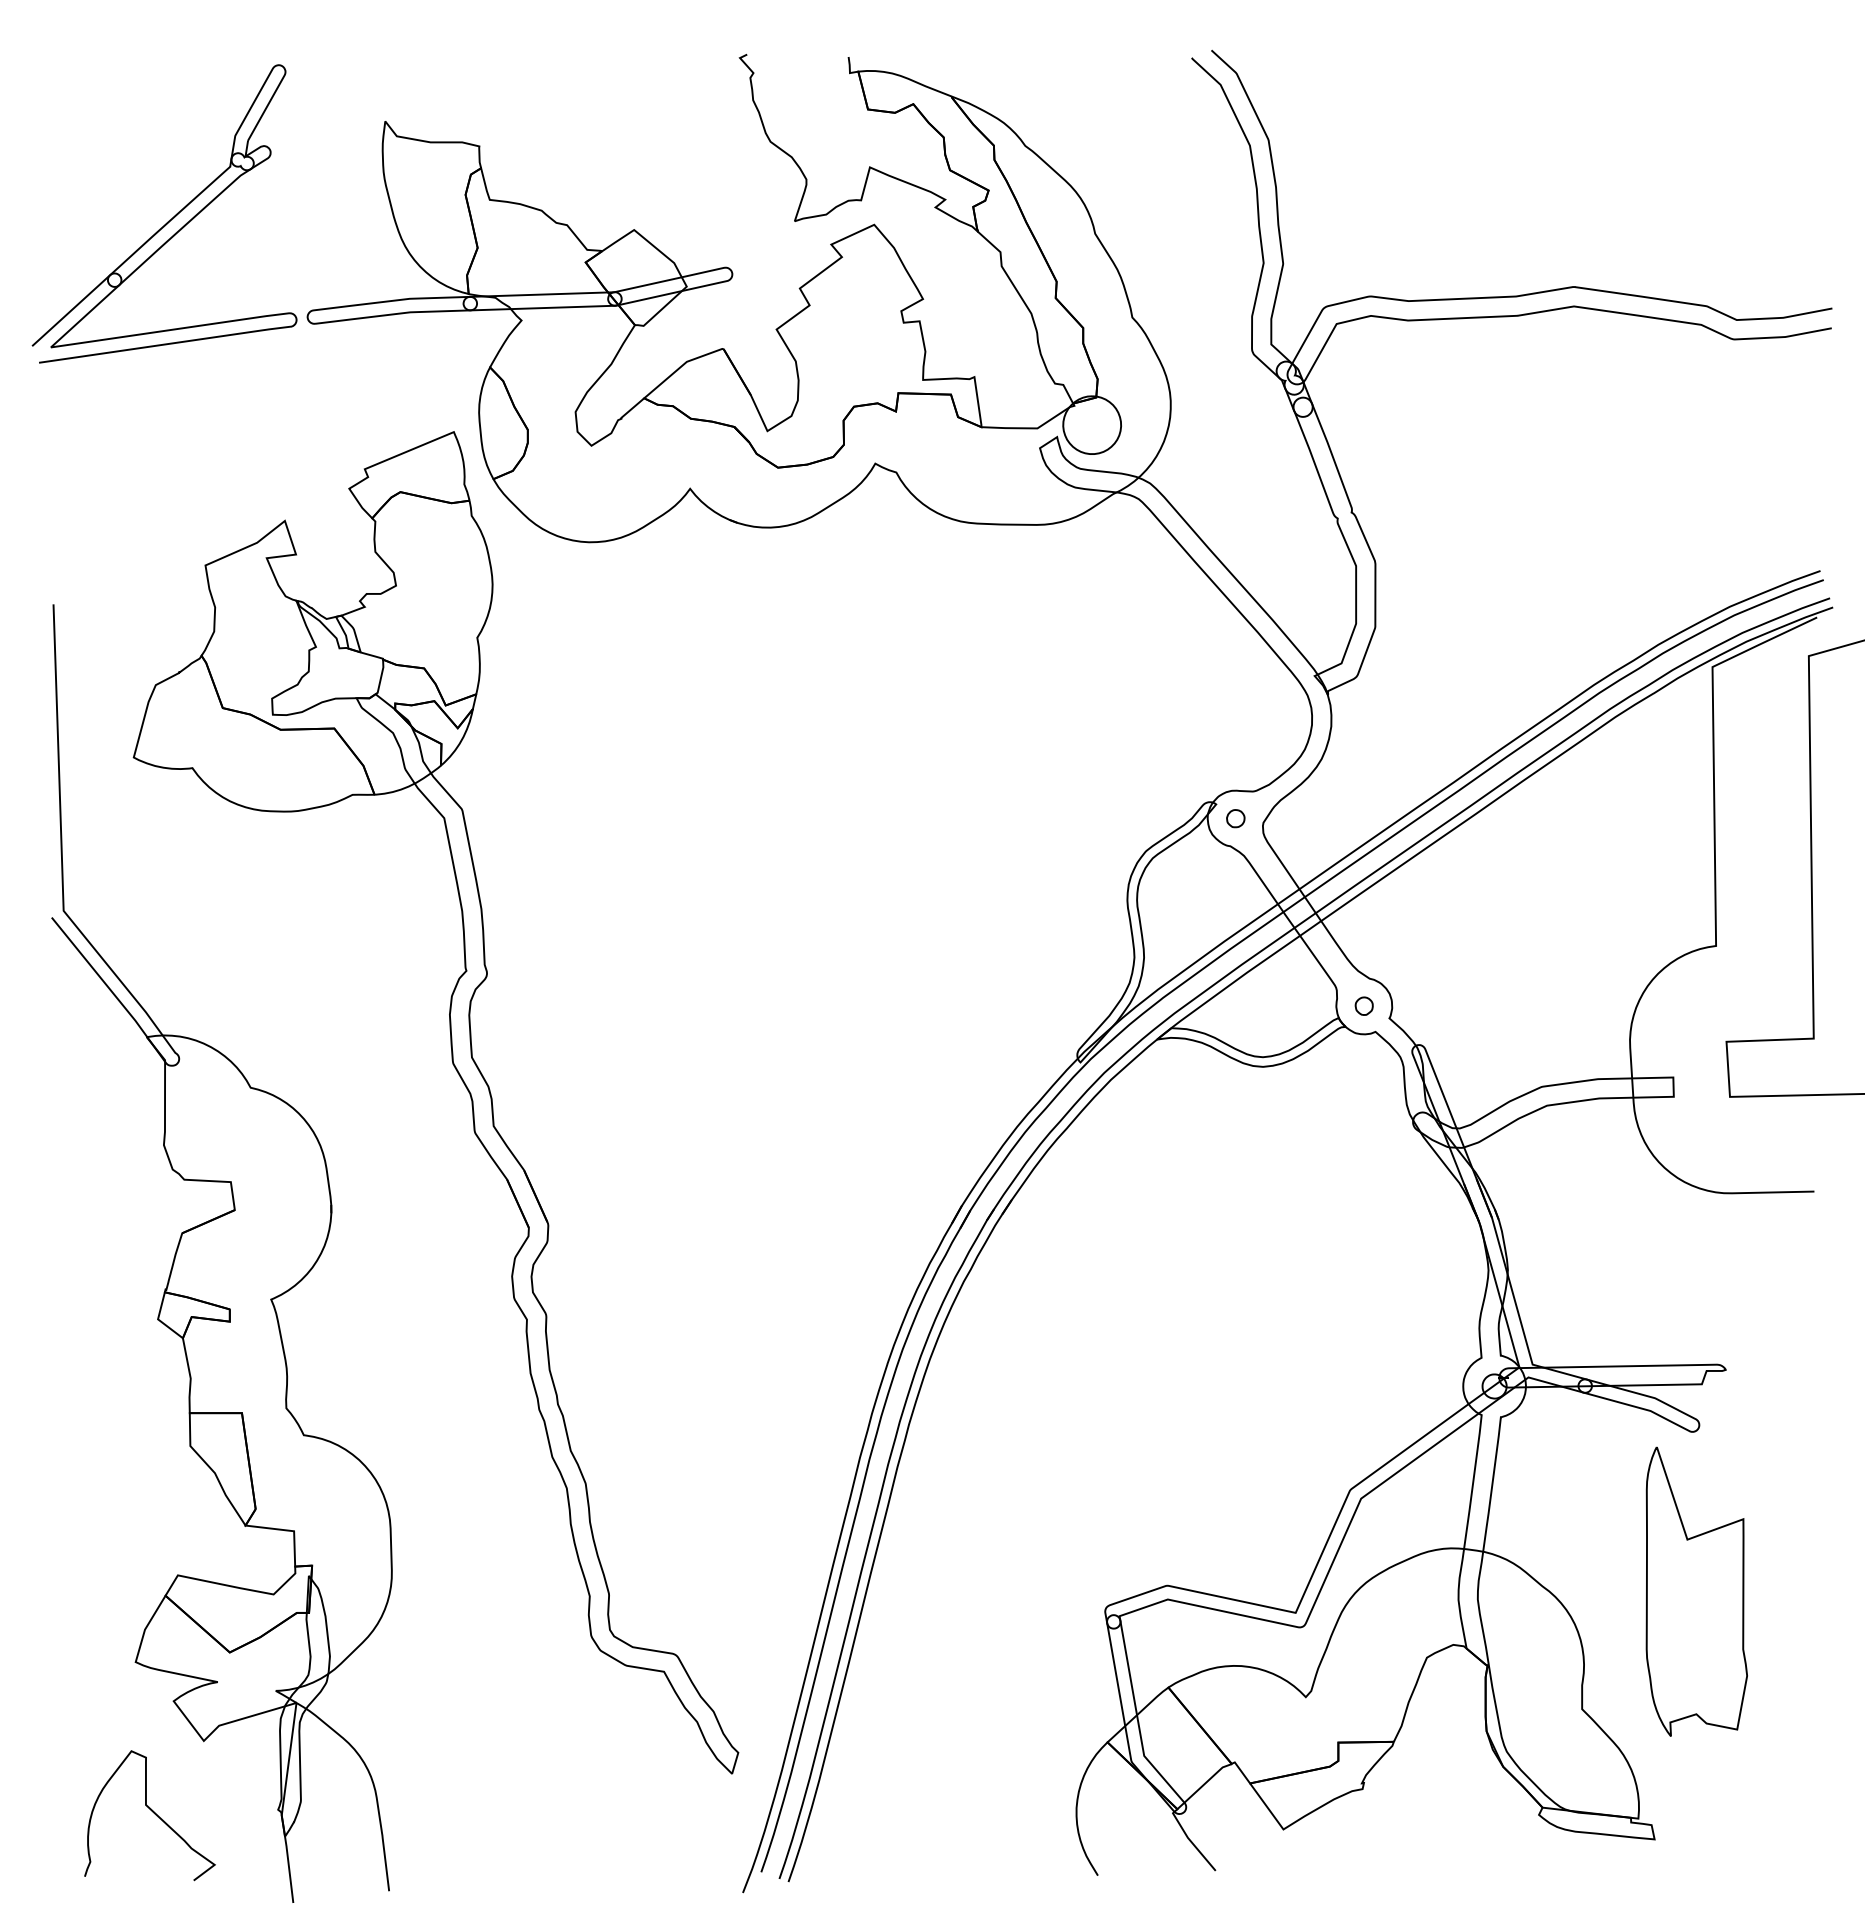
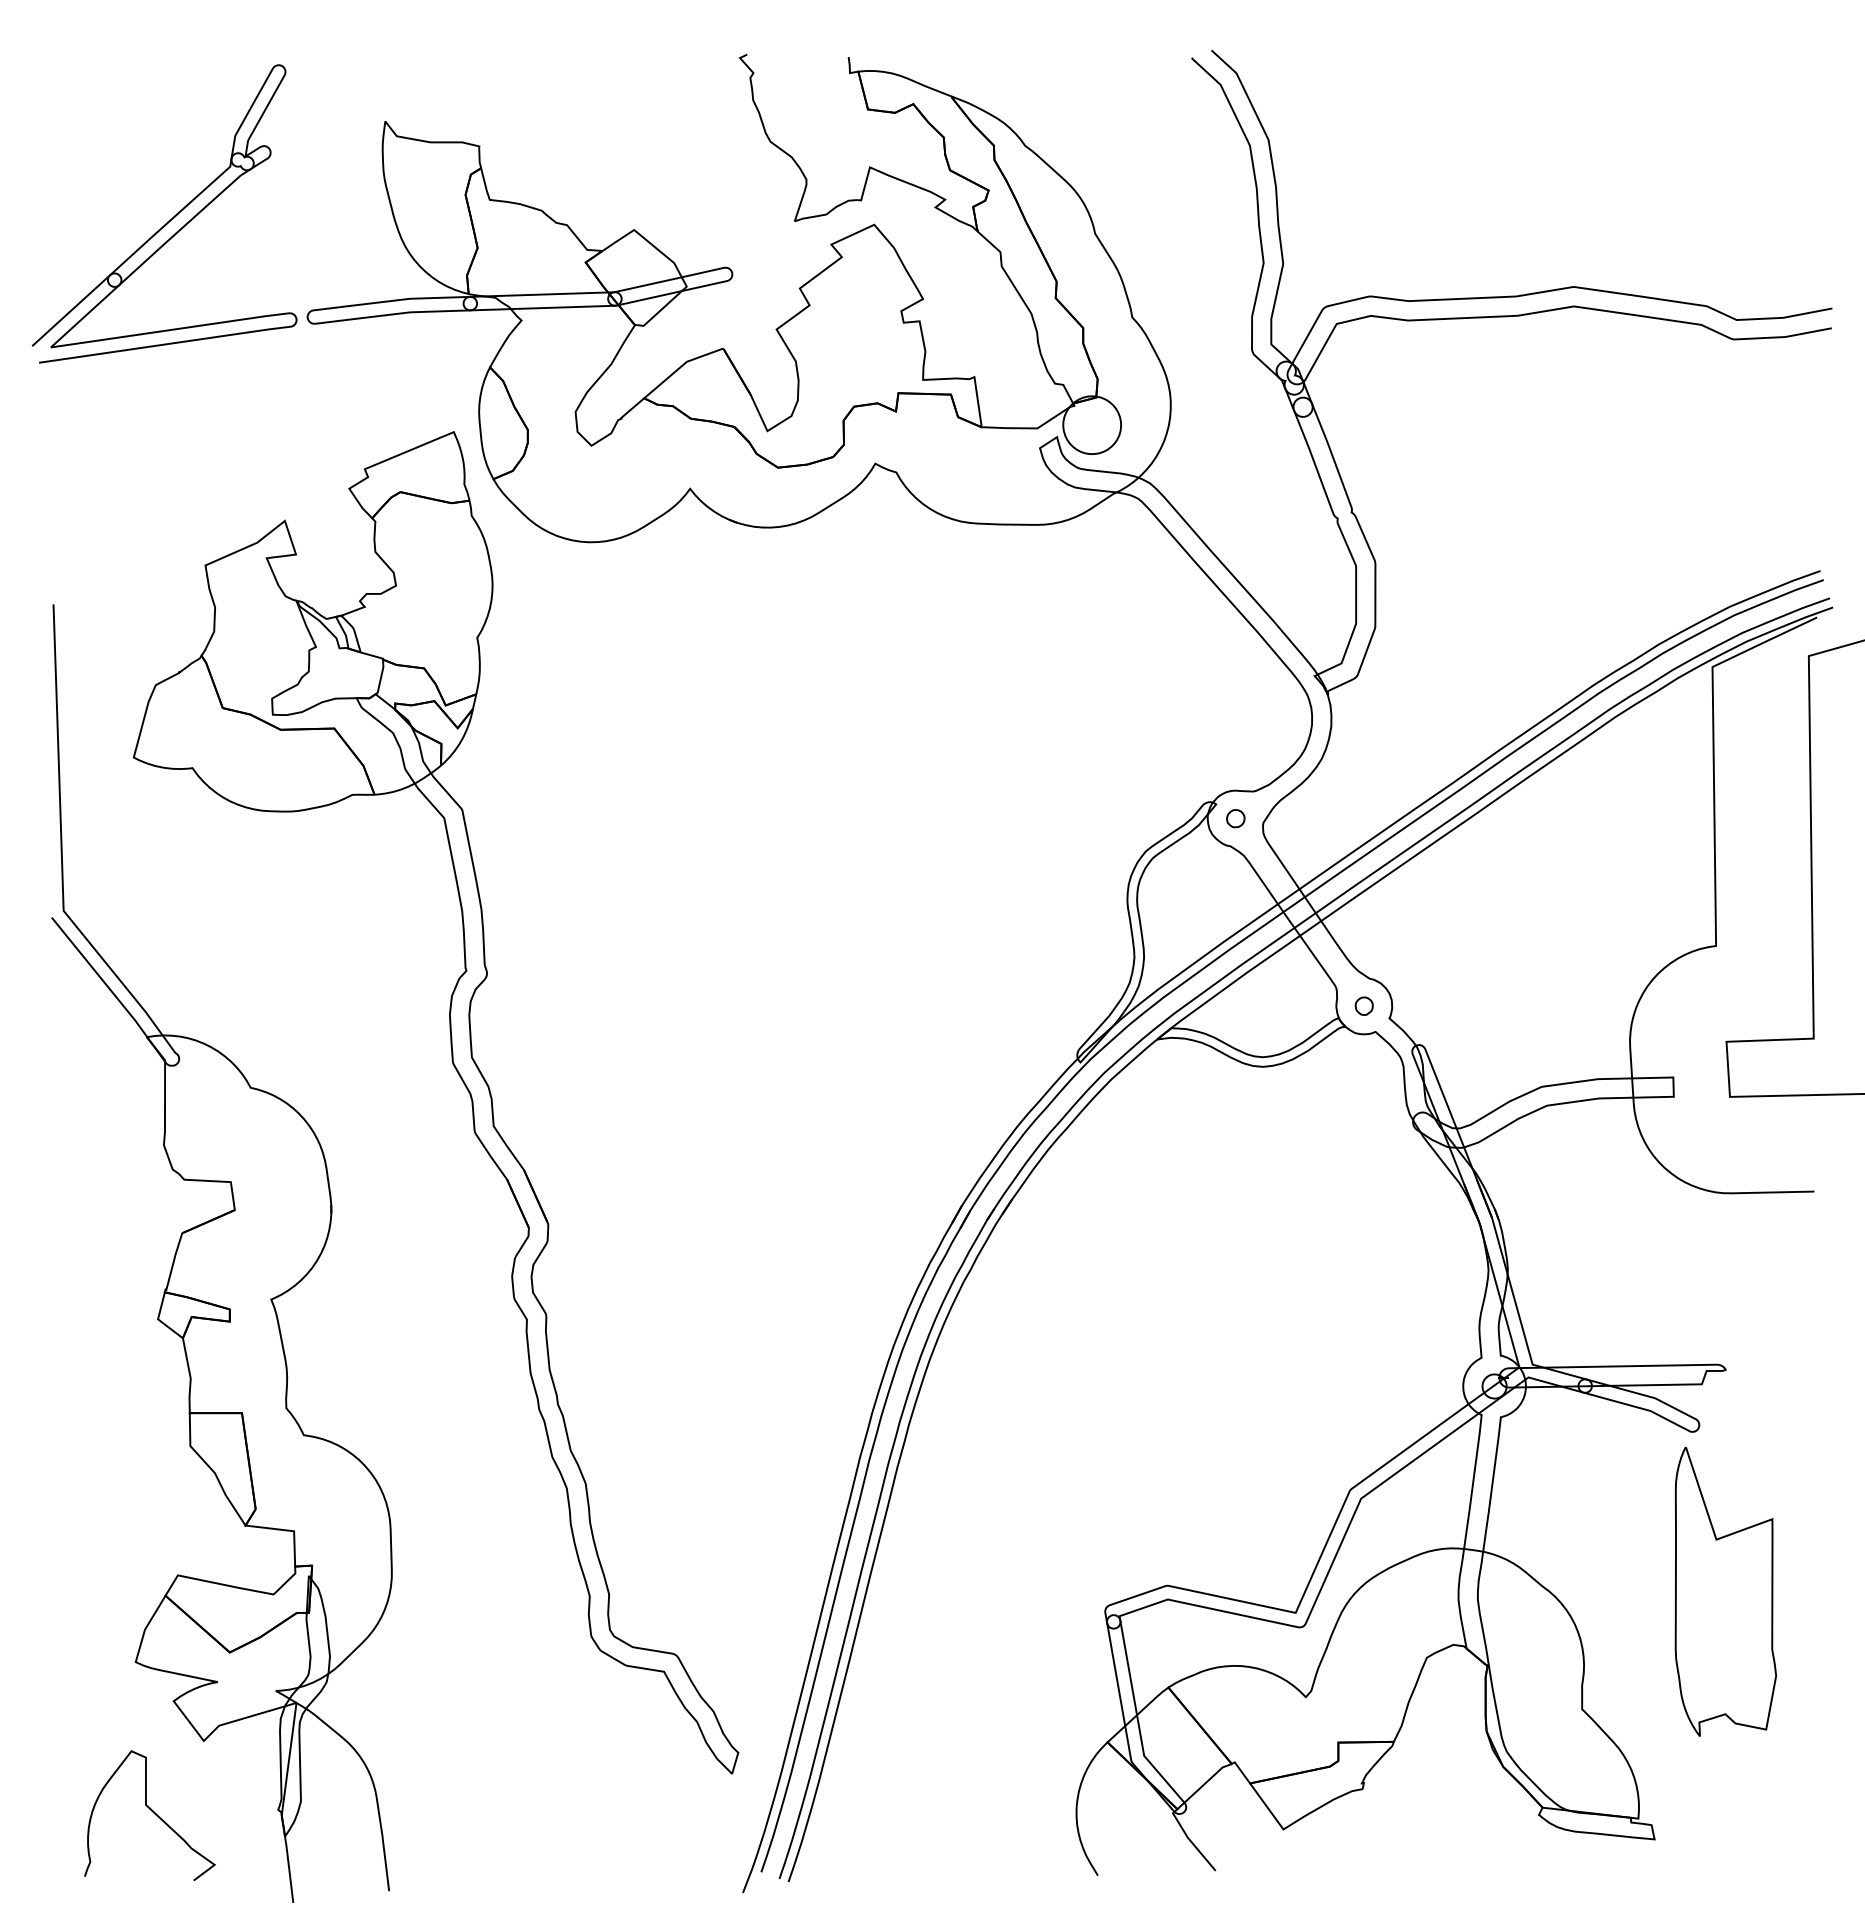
part at (1696, 1591) position: (1696, 1591) -> (1725, 1591)
